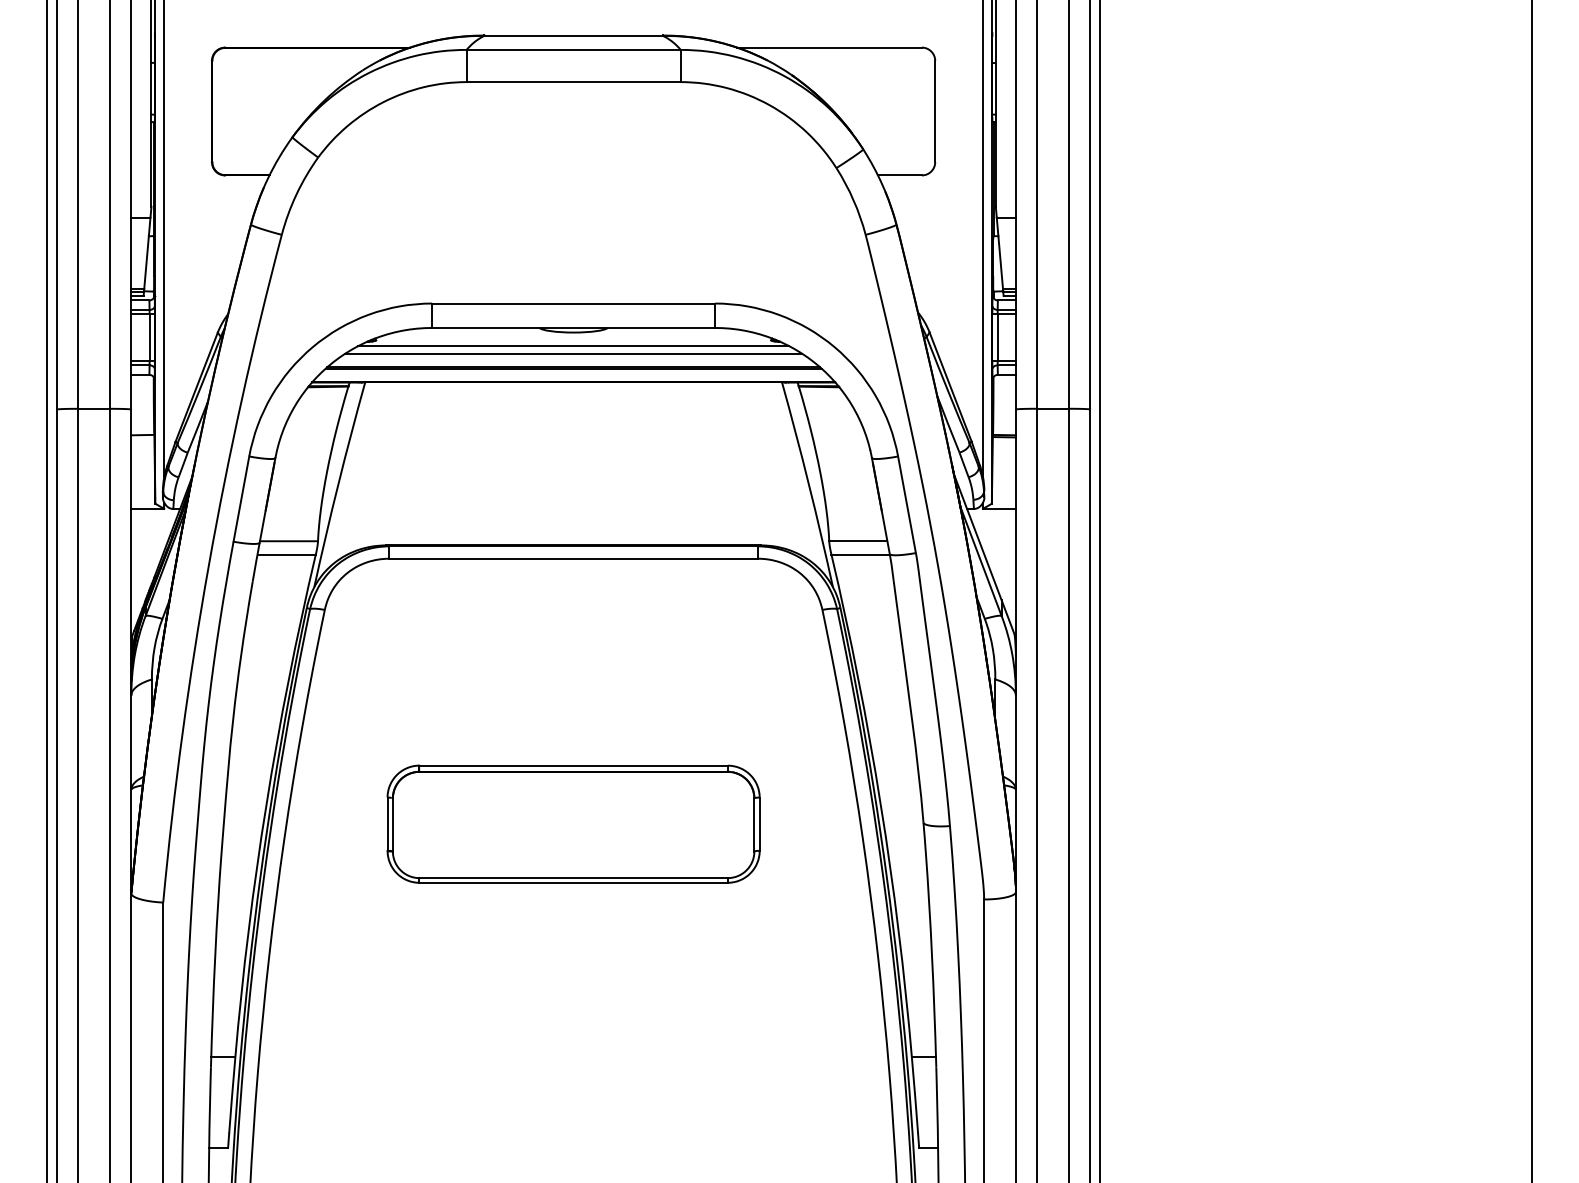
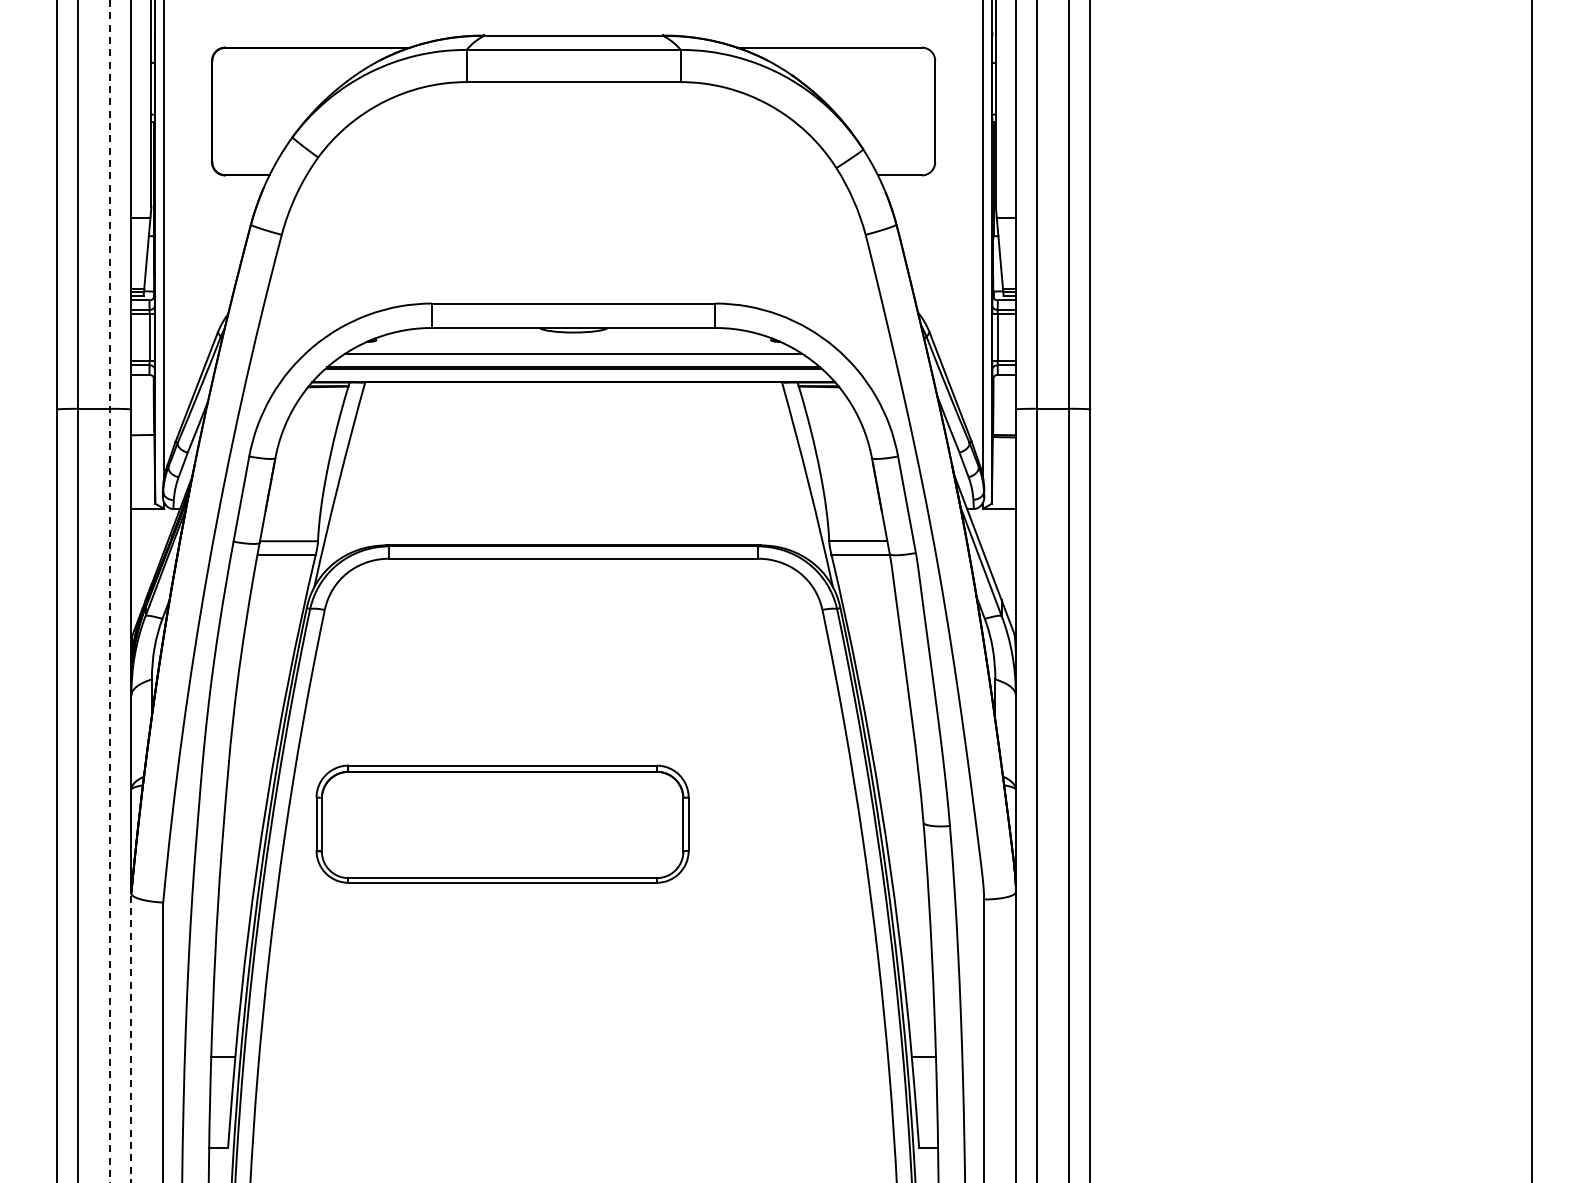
line at (573, 346): present -> none
line at (47, 590): present -> none
line at (1099, 590): present -> none
line at (110, 591): solid -> dashed
part at (573, 823) position: (573, 823) -> (502, 823)
line at (131, 1037): solid -> dashed
